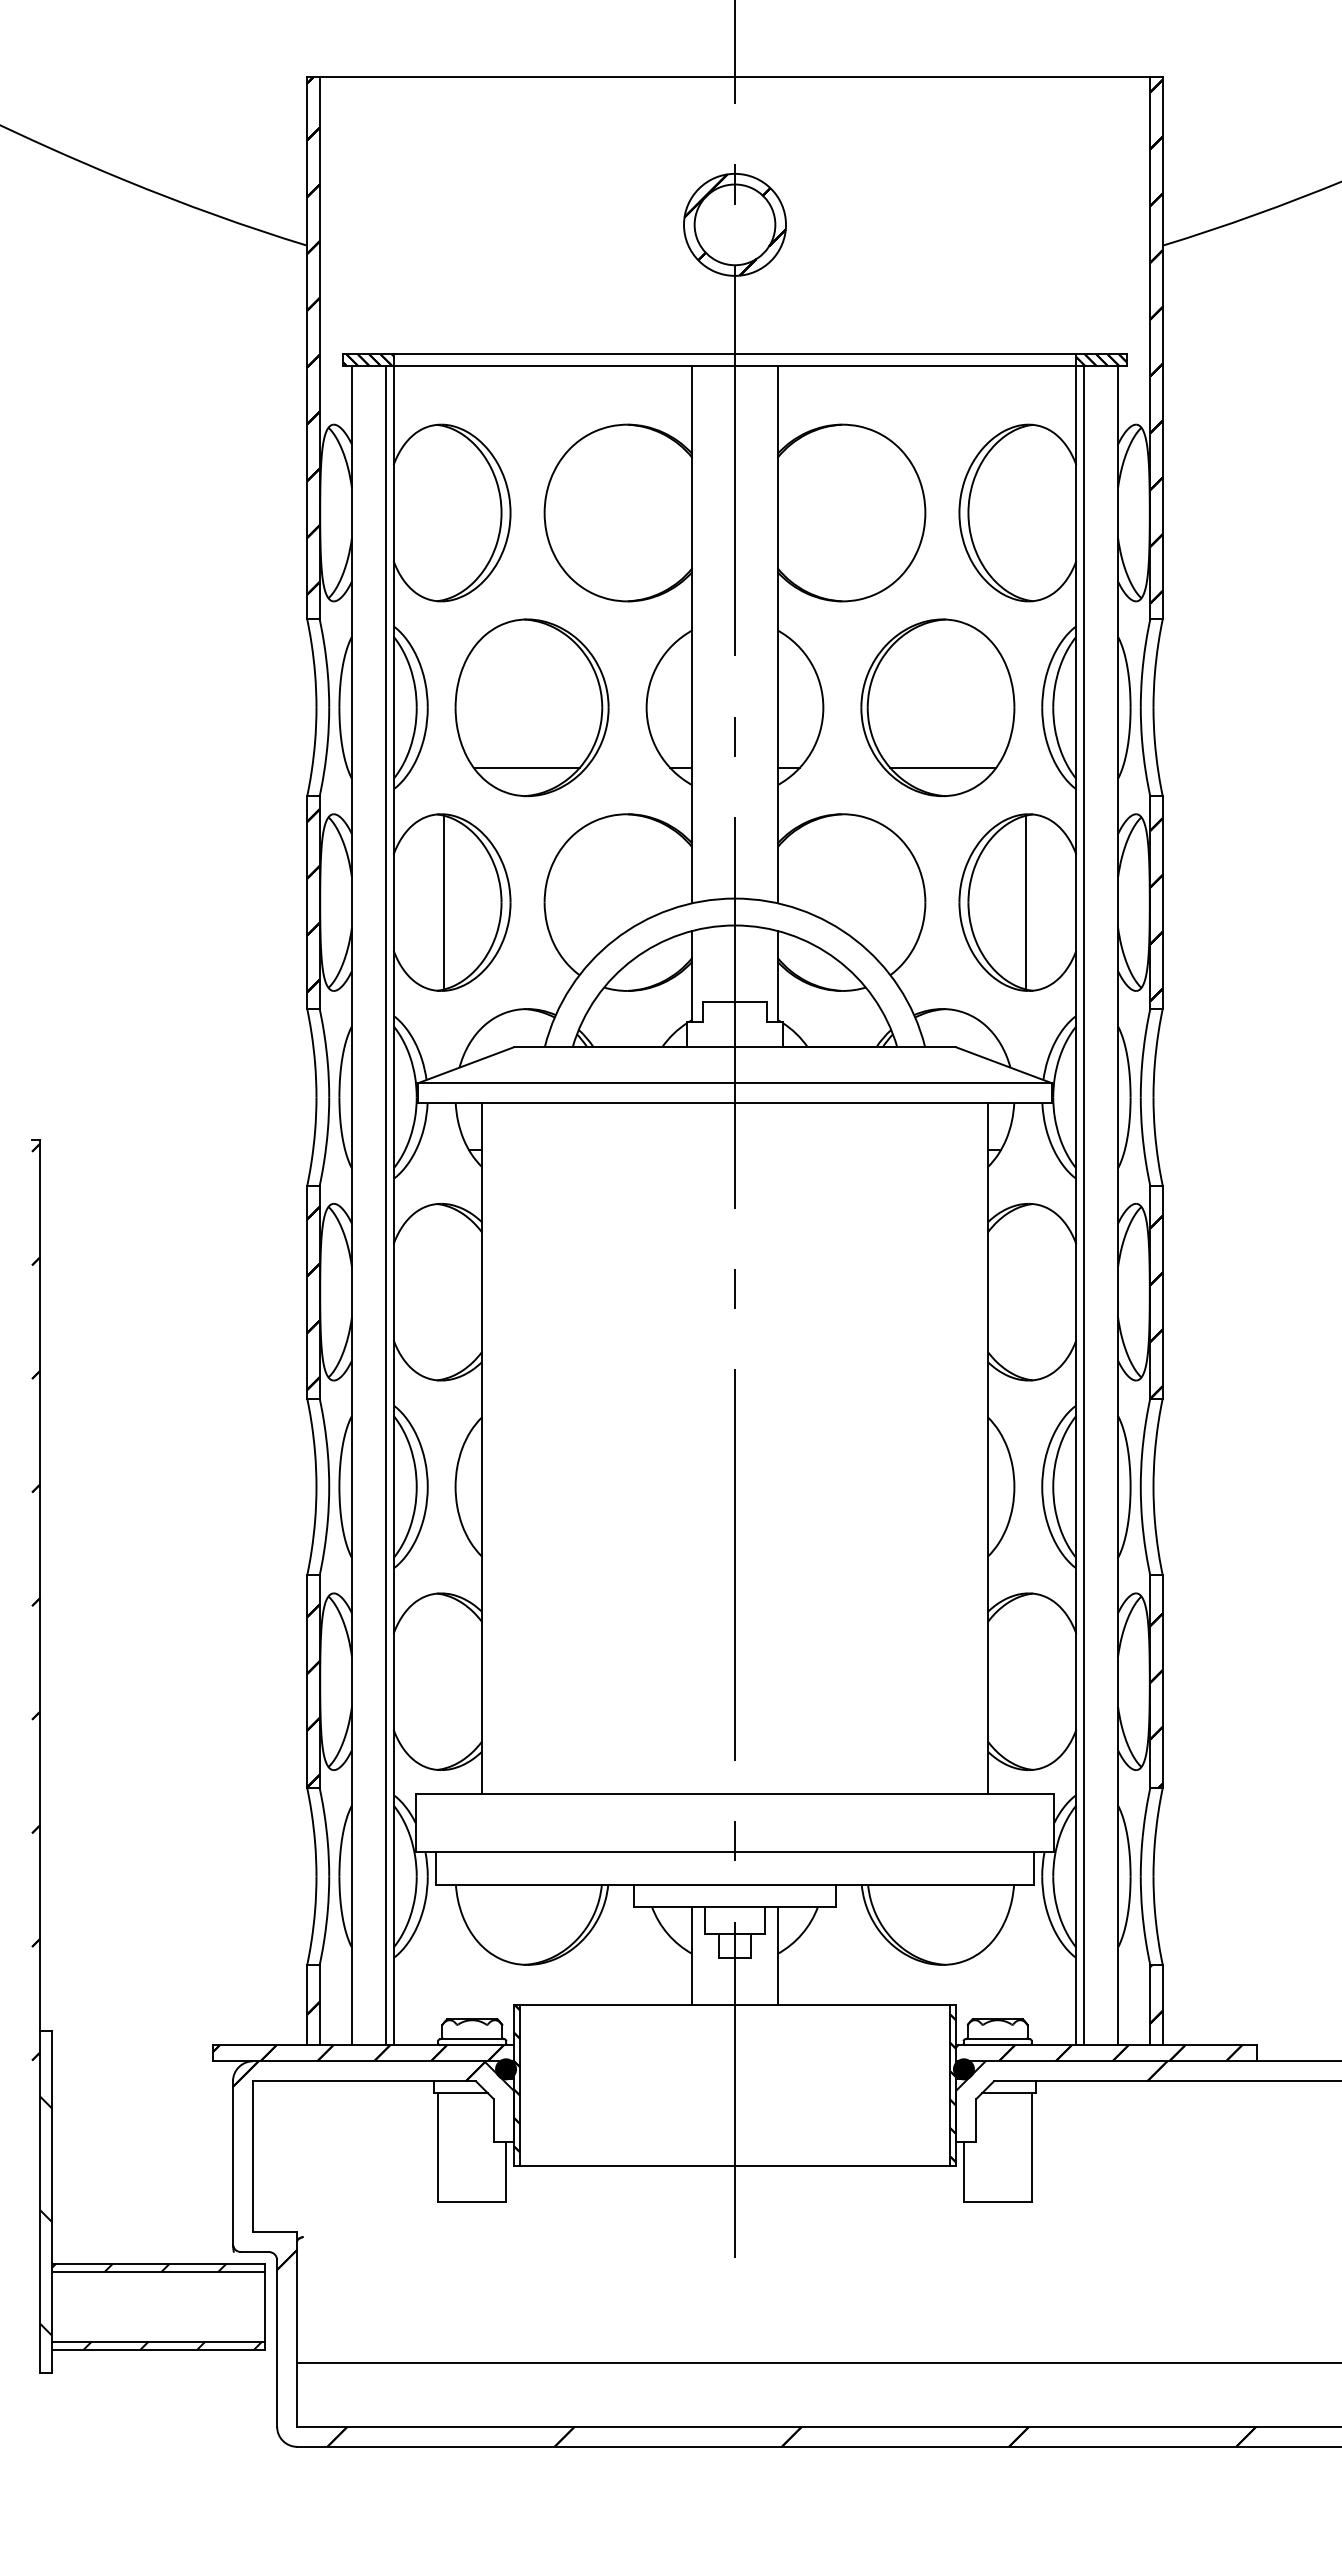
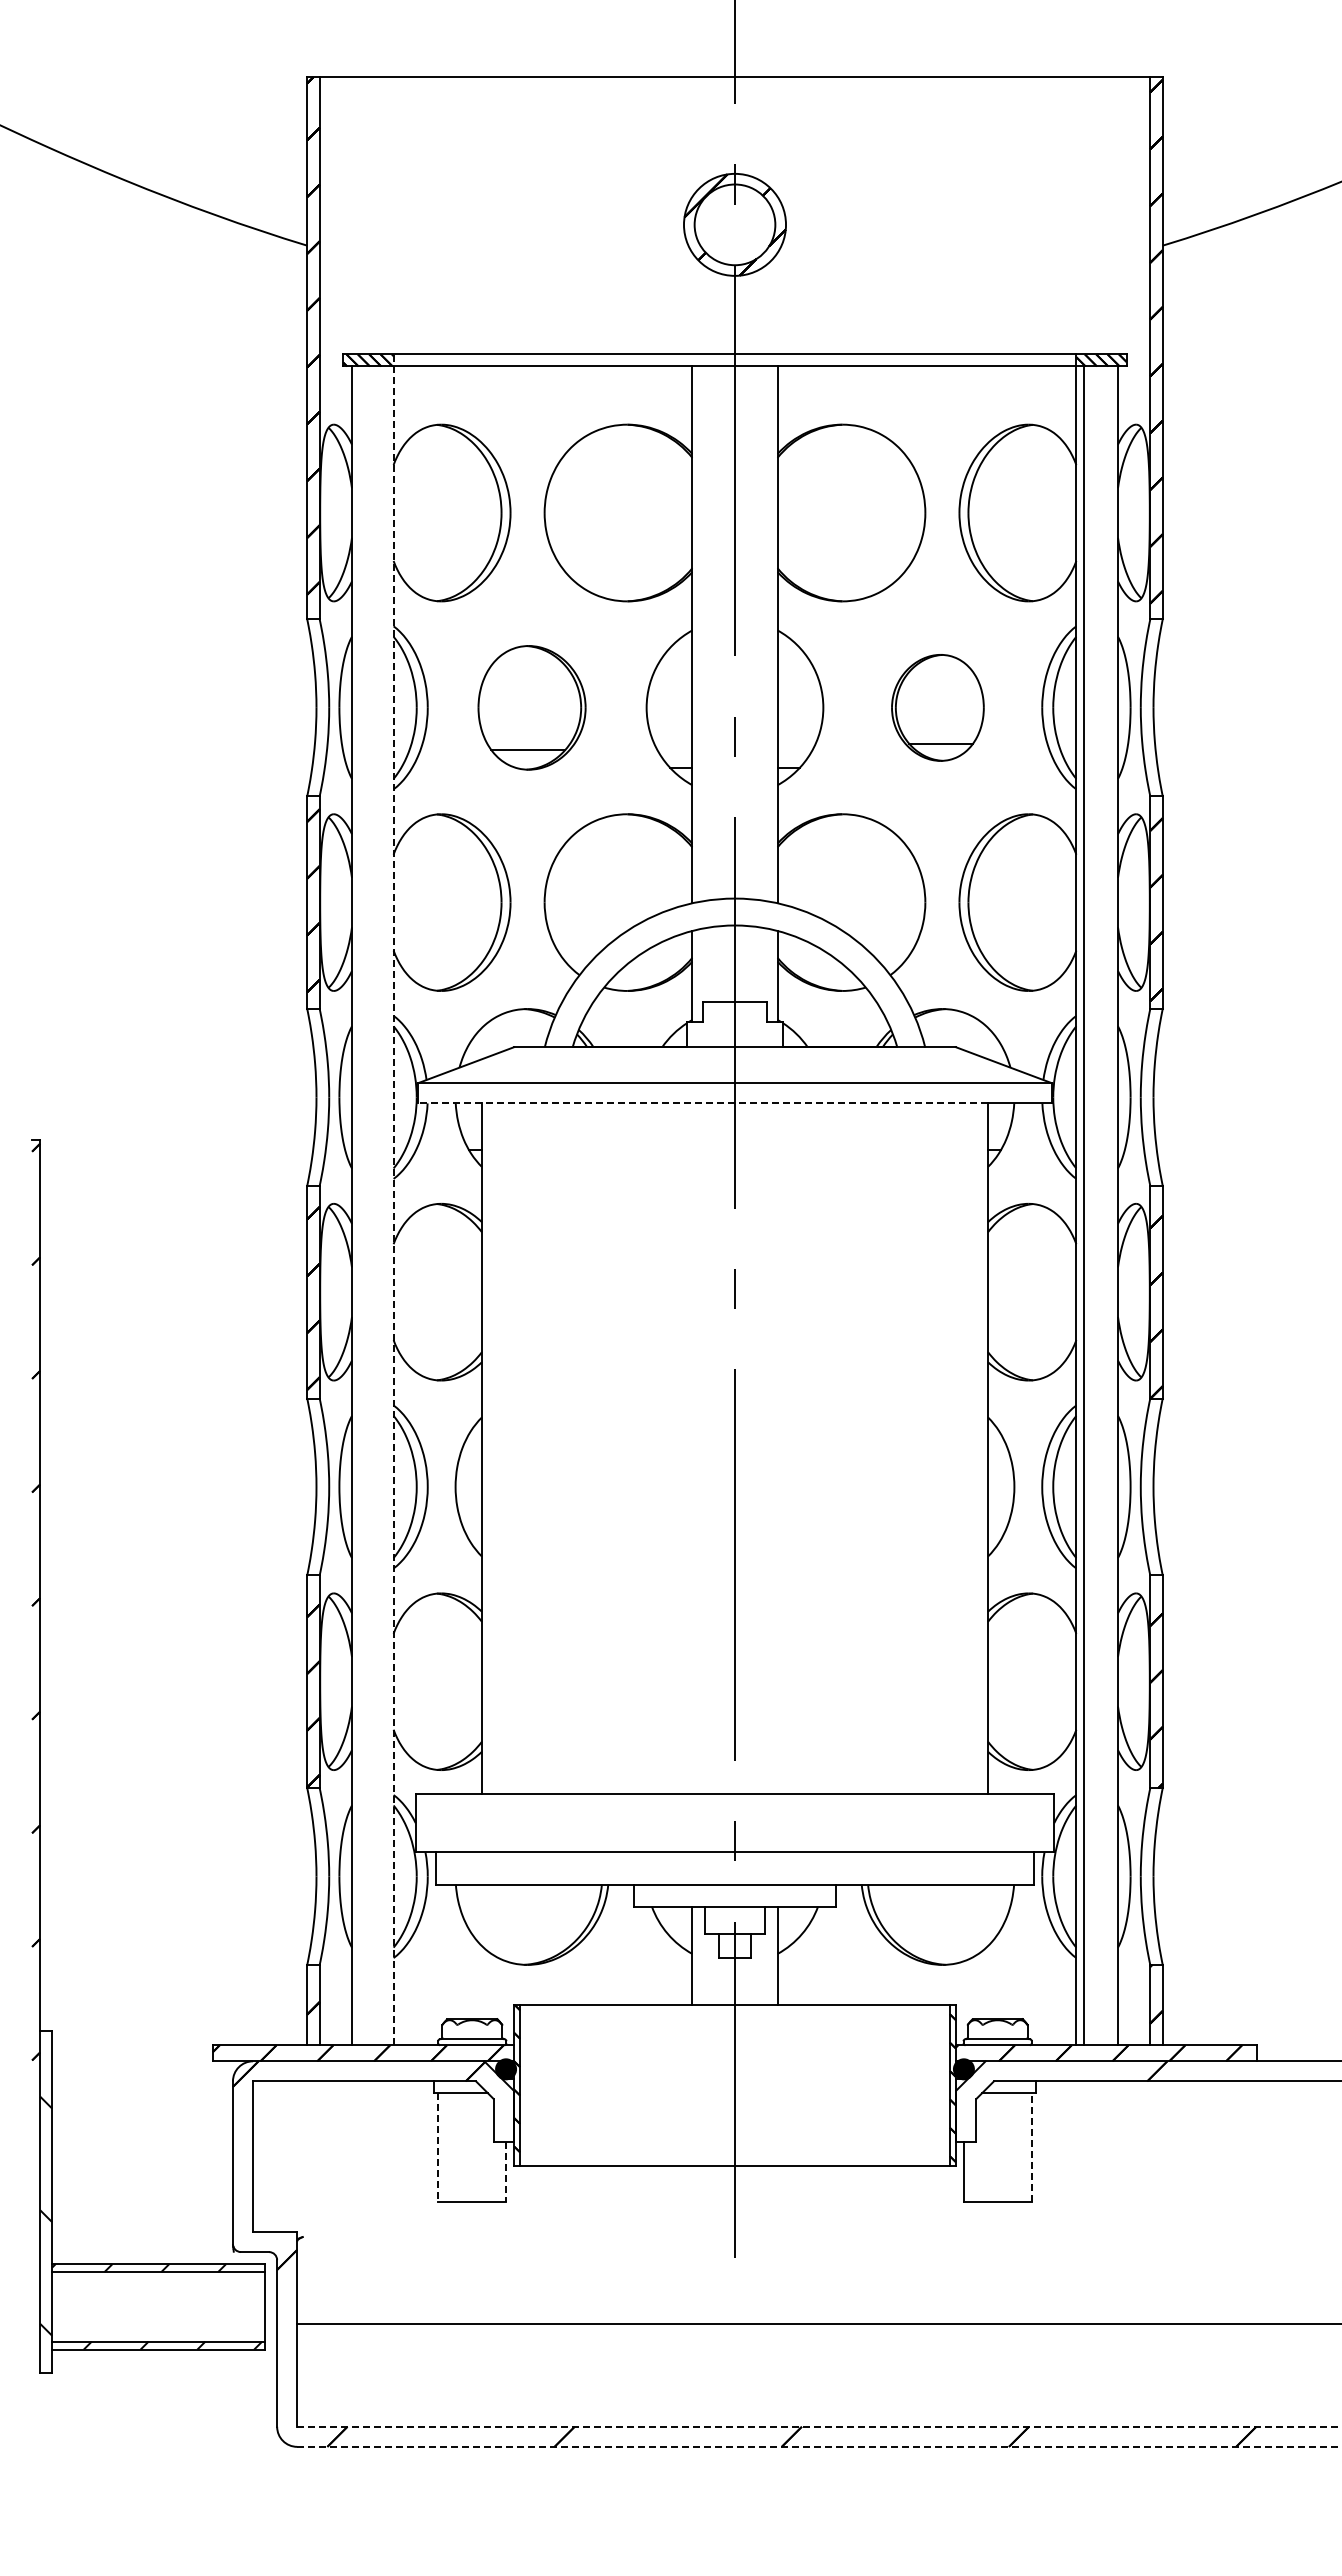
part at (531, 707) size: 156x180 px -> 110x126 px
part at (937, 707) size: 156x180 px -> 94x108 px
line at (443, 902): present -> none
line at (1026, 902): present -> none
line at (702, 1103): solid -> dashed
line at (393, 1199): solid -> dashed
line at (385, 1205): present -> none
line at (1031, 2147): solid -> dashed
line at (438, 2148): solid -> dashed
line at (506, 2172): solid -> dashed
line at (817, 2362) position: (817, 2362) -> (817, 2323)
line at (820, 2426): solid -> dashed
line at (820, 2446): solid -> dashed
